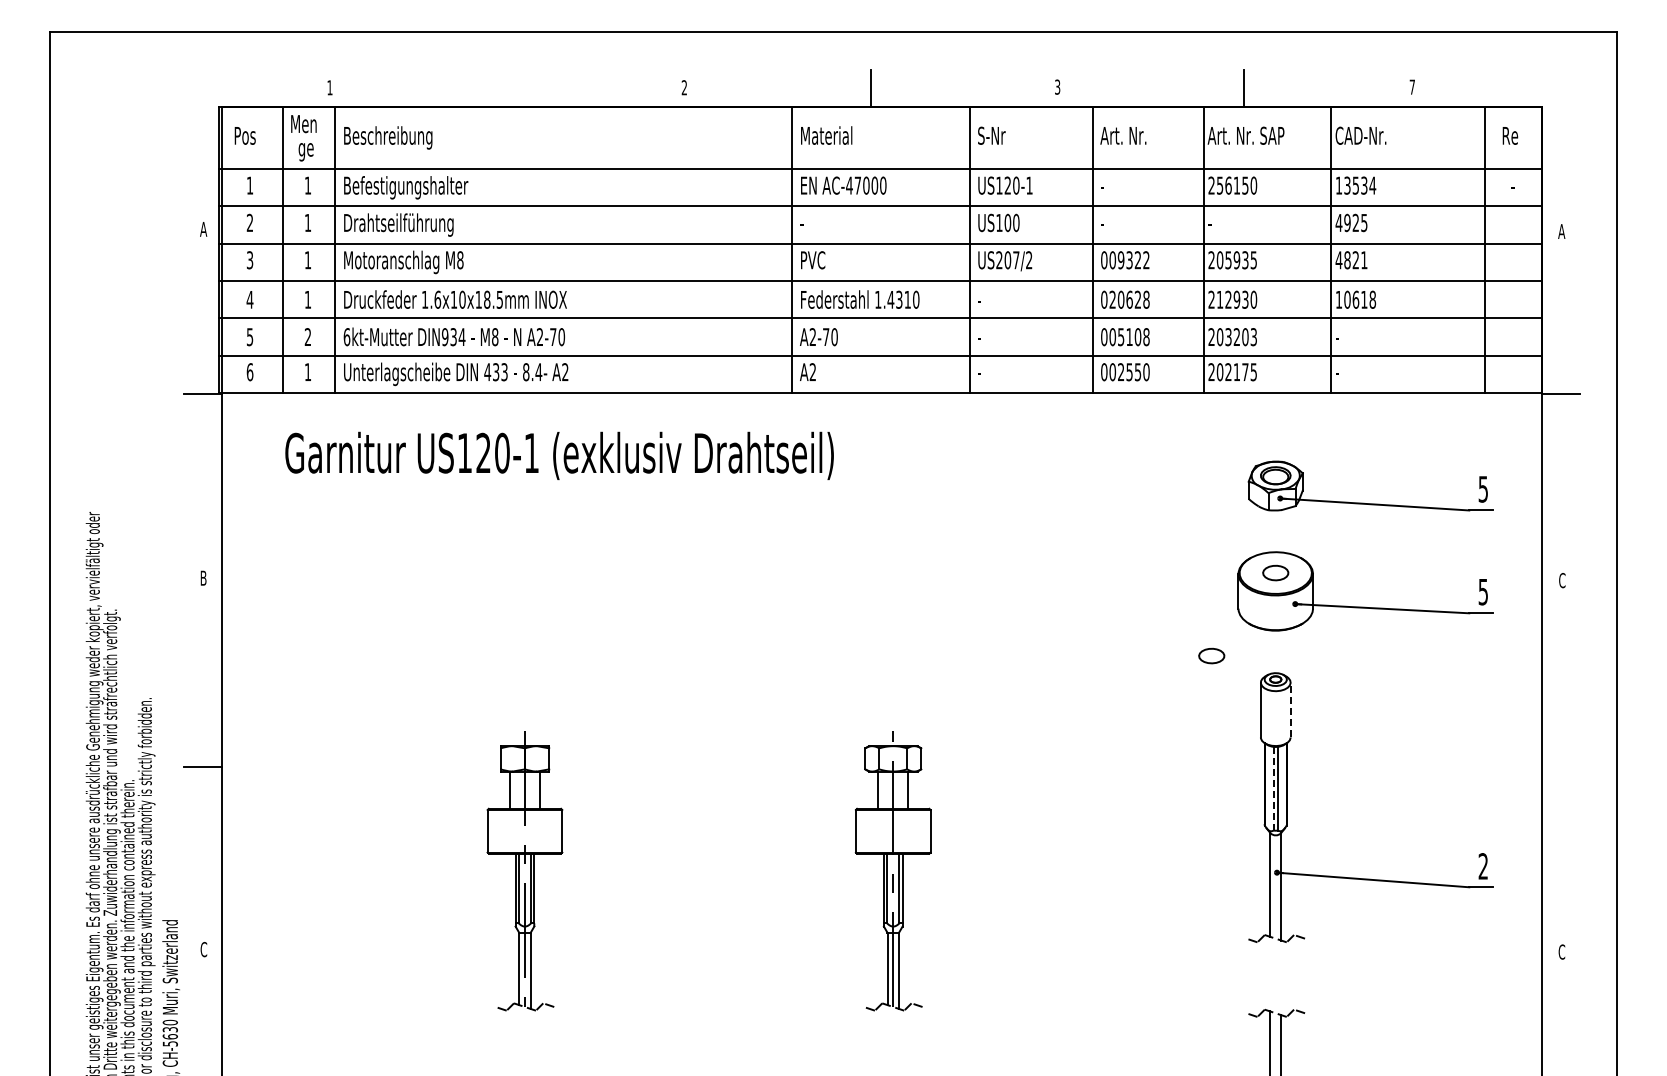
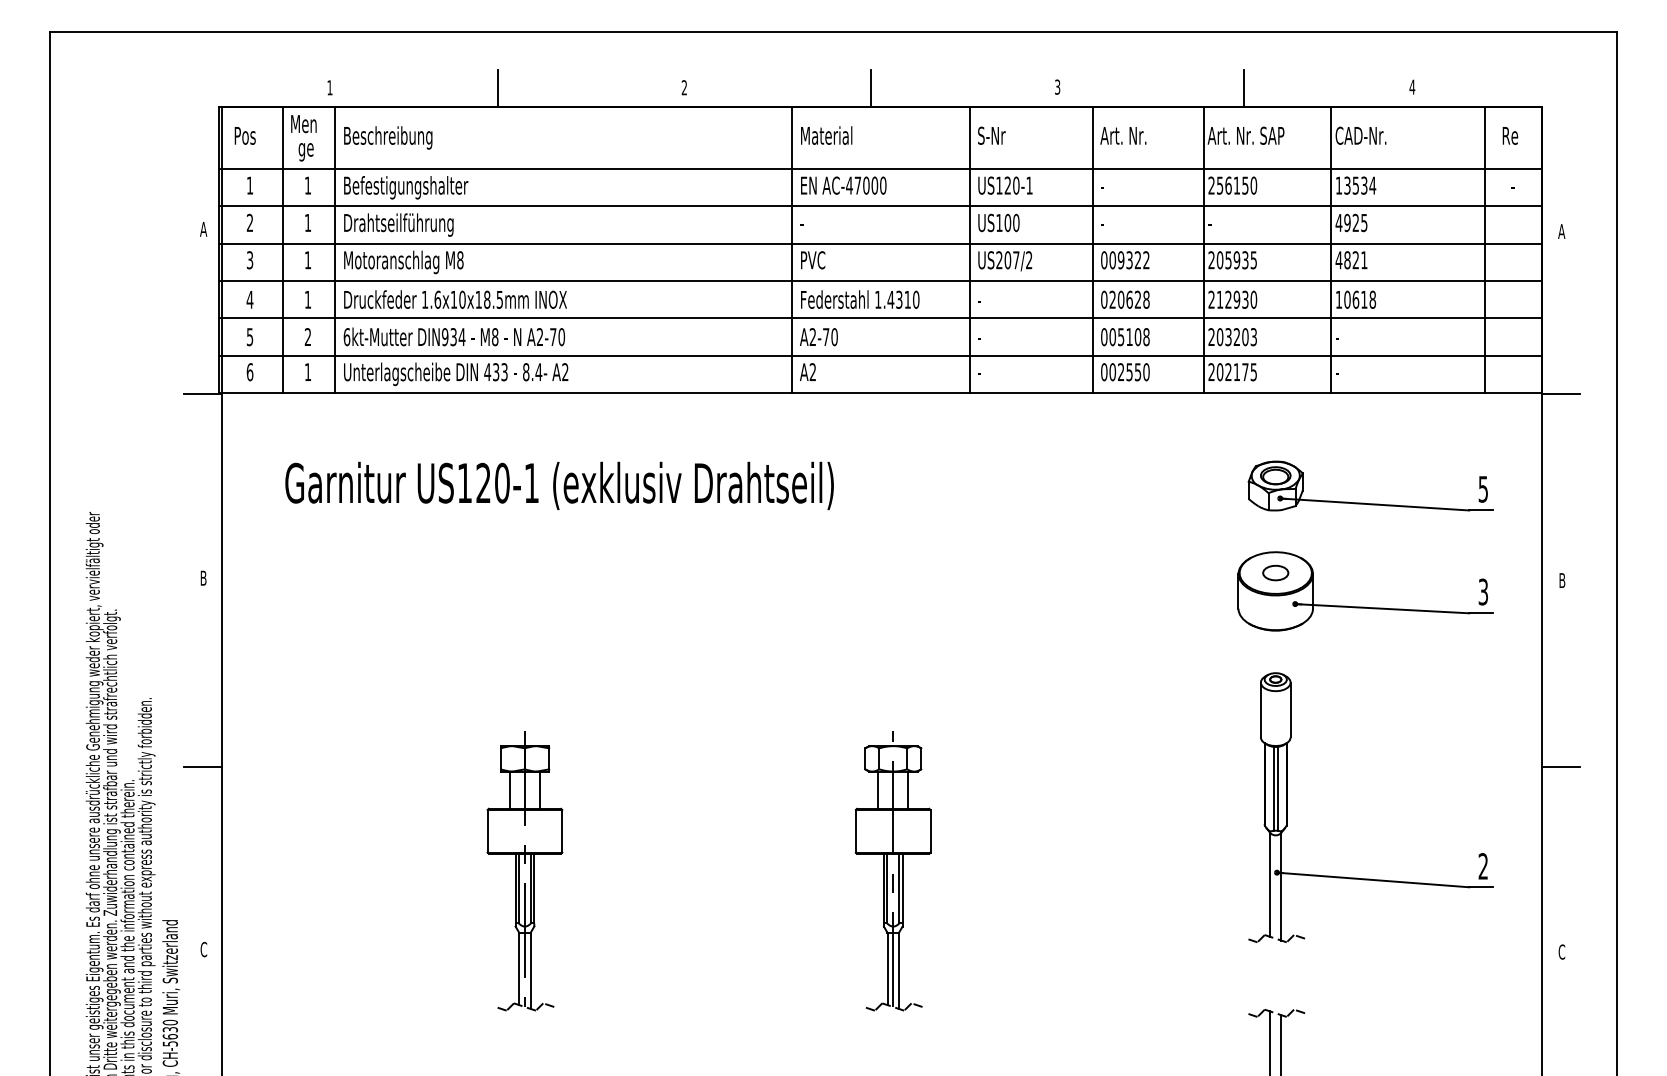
text at (1412, 86): 7 -> 4
line at (497, 87): none -> present
text at (559, 455) position: (559, 455) -> (559, 485)
text at (1562, 580): C -> B
text at (1483, 591): 5 -> 3
part at (1211, 655): present -> none
line at (1290, 709): dashed -> solid
line at (1560, 767): none -> present
line at (1273, 788): dashed -> solid
